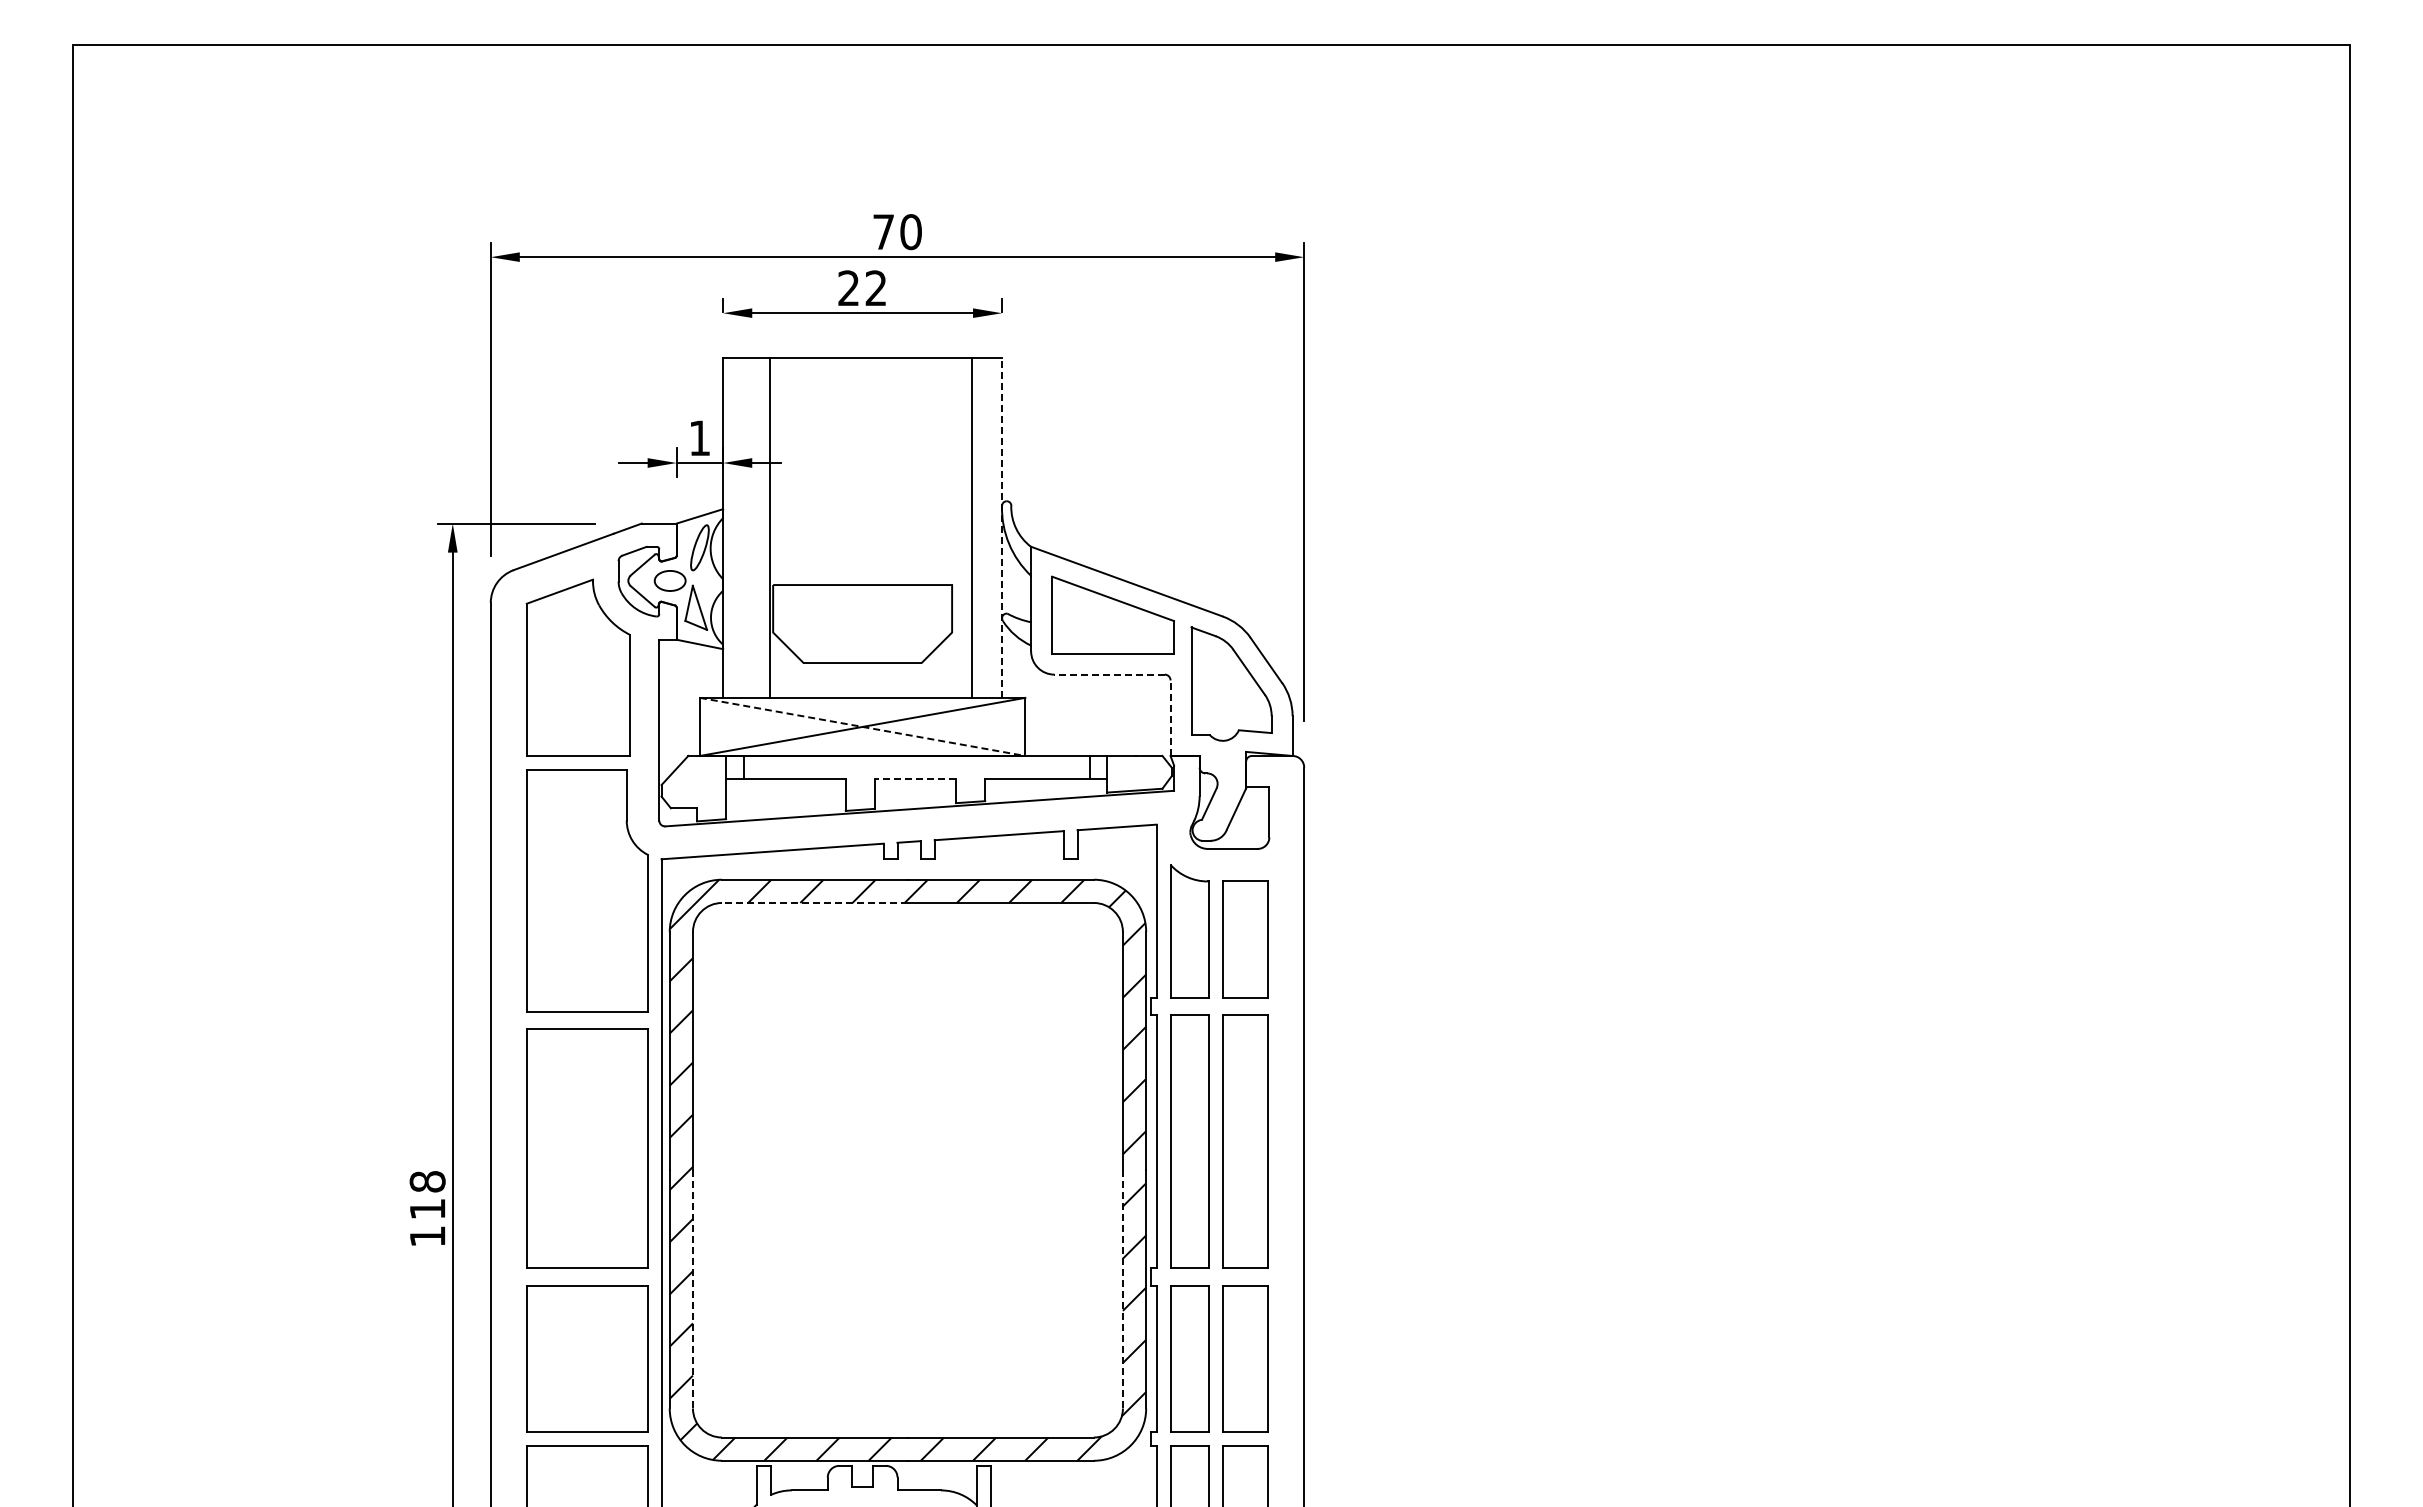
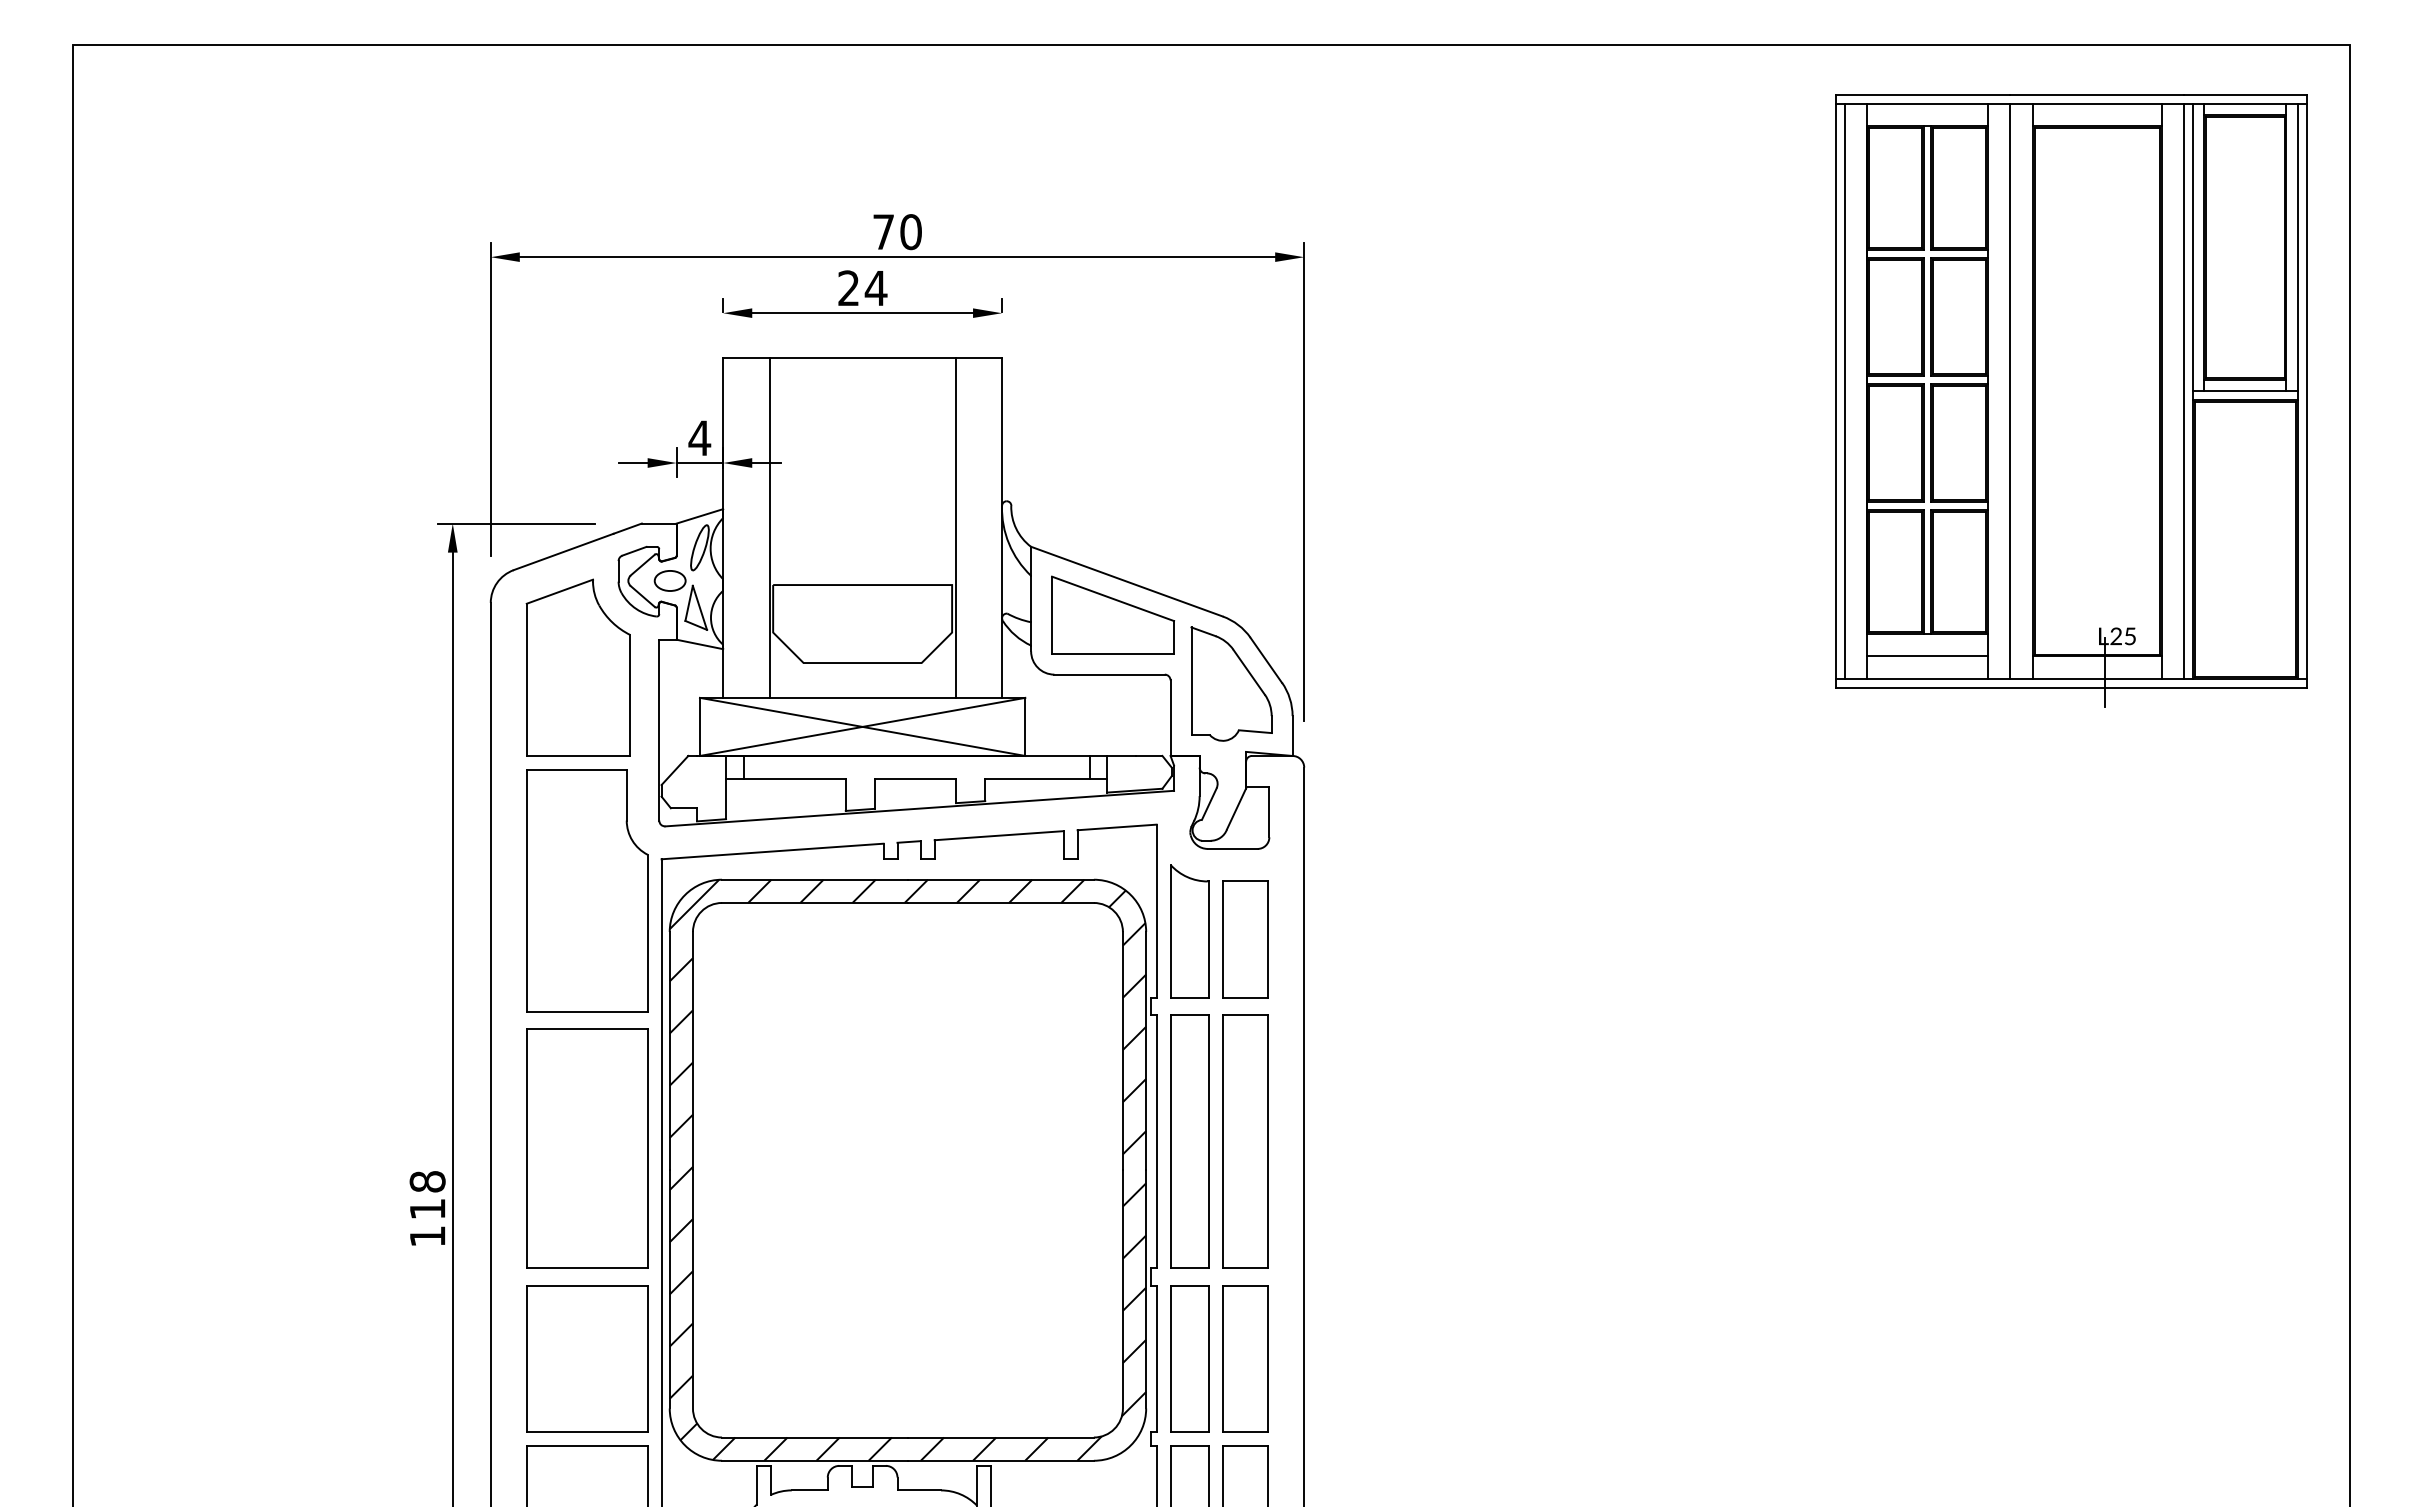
text at (875, 287): 22 -> 24
part at (2071, 400): none -> present
text at (699, 437): 1 -> 4
line at (971, 527) position: (971, 527) -> (955, 527)
line at (1002, 528): dashed -> solid
line at (1109, 674): dashed -> solid
line at (1170, 718): dashed -> solid
line at (863, 727): dashed -> solid
line at (915, 779): dashed -> solid
line at (814, 902): dashed -> solid
line at (692, 1288): dashed -> solid
line at (1122, 1288): dashed -> solid
